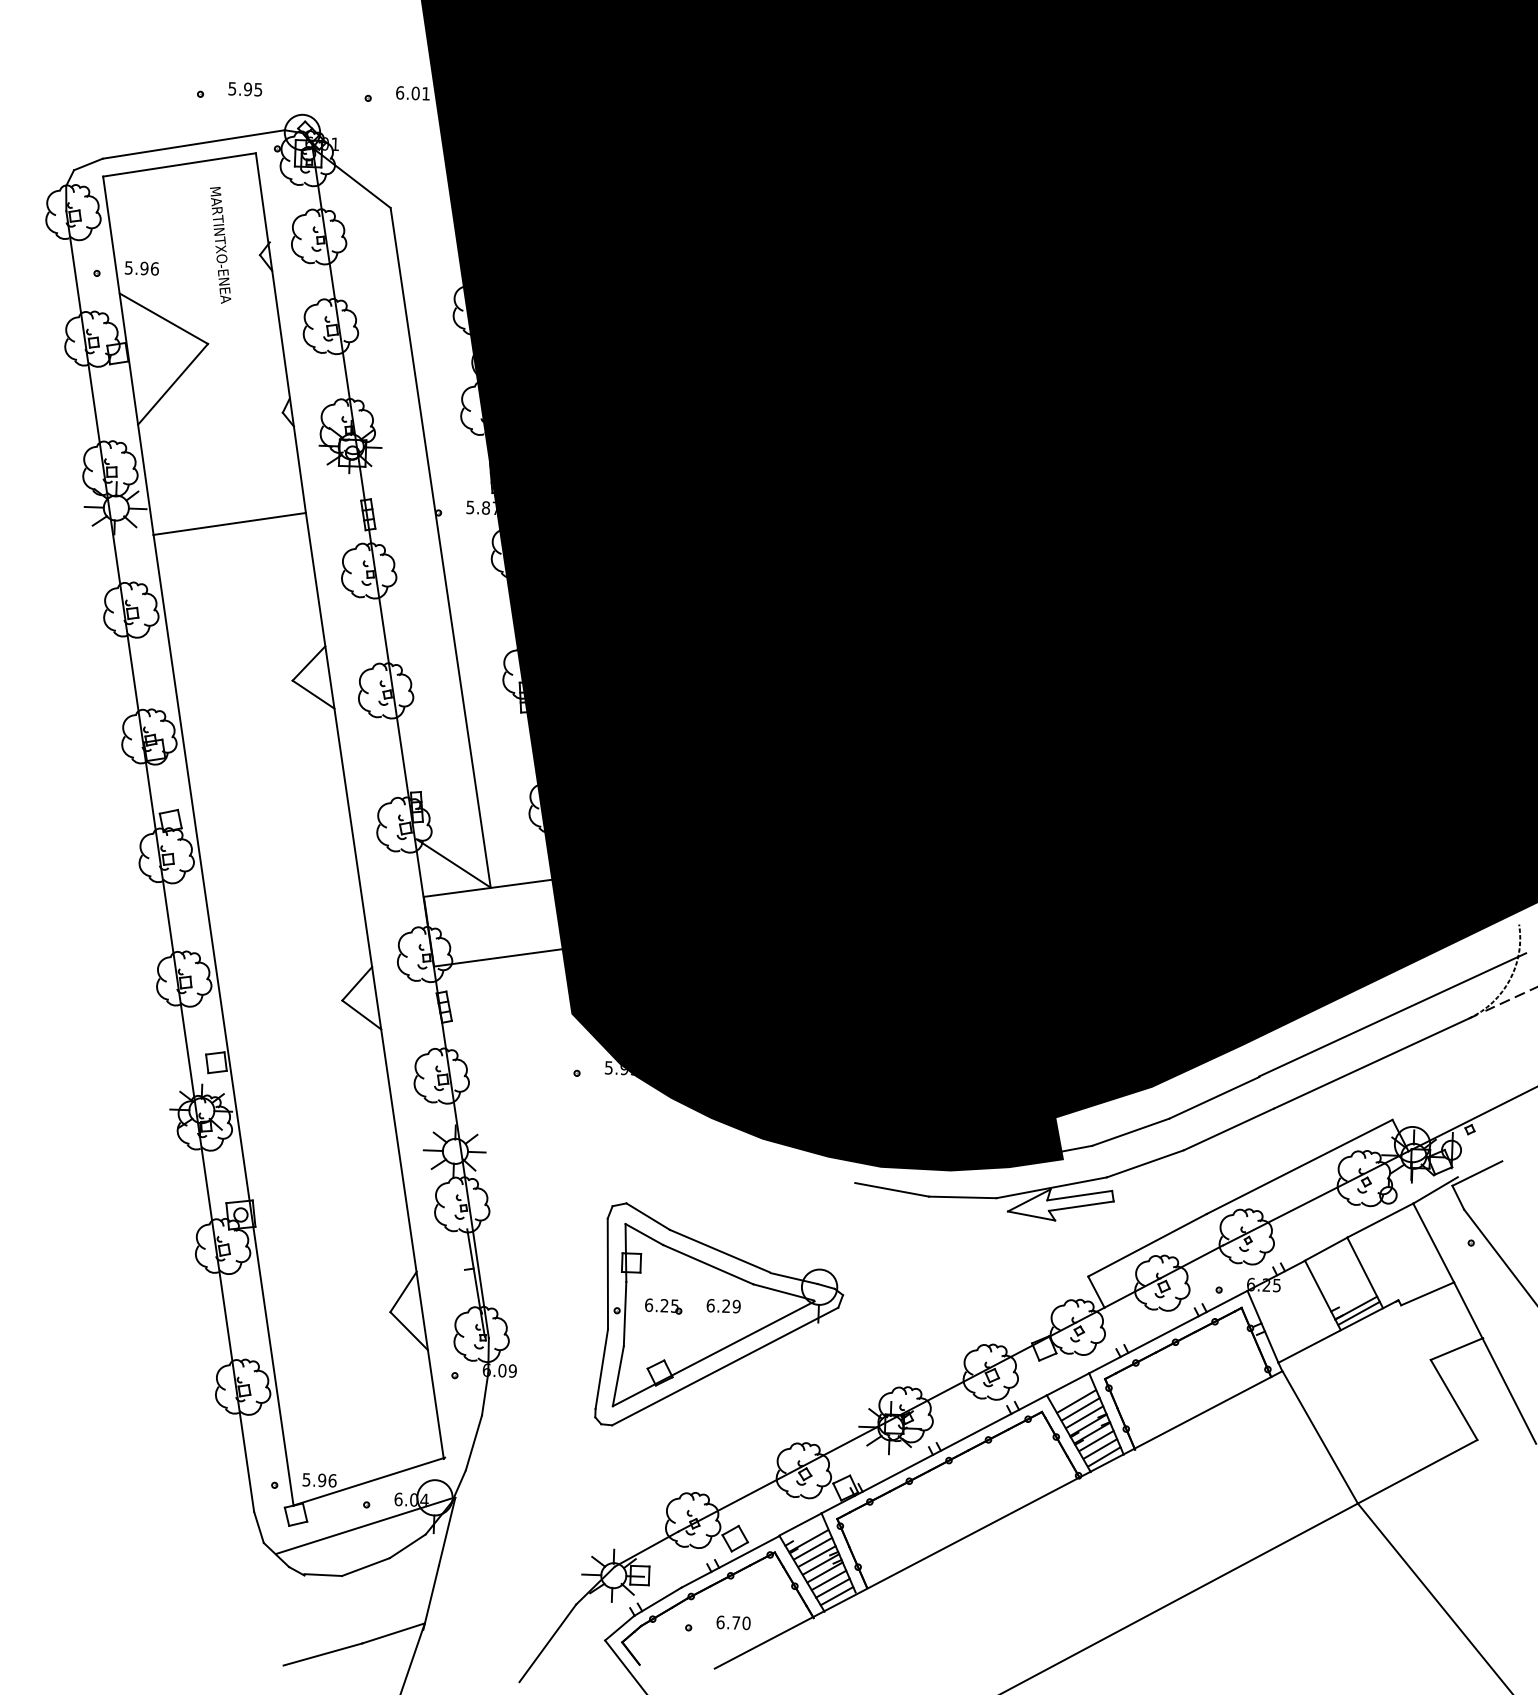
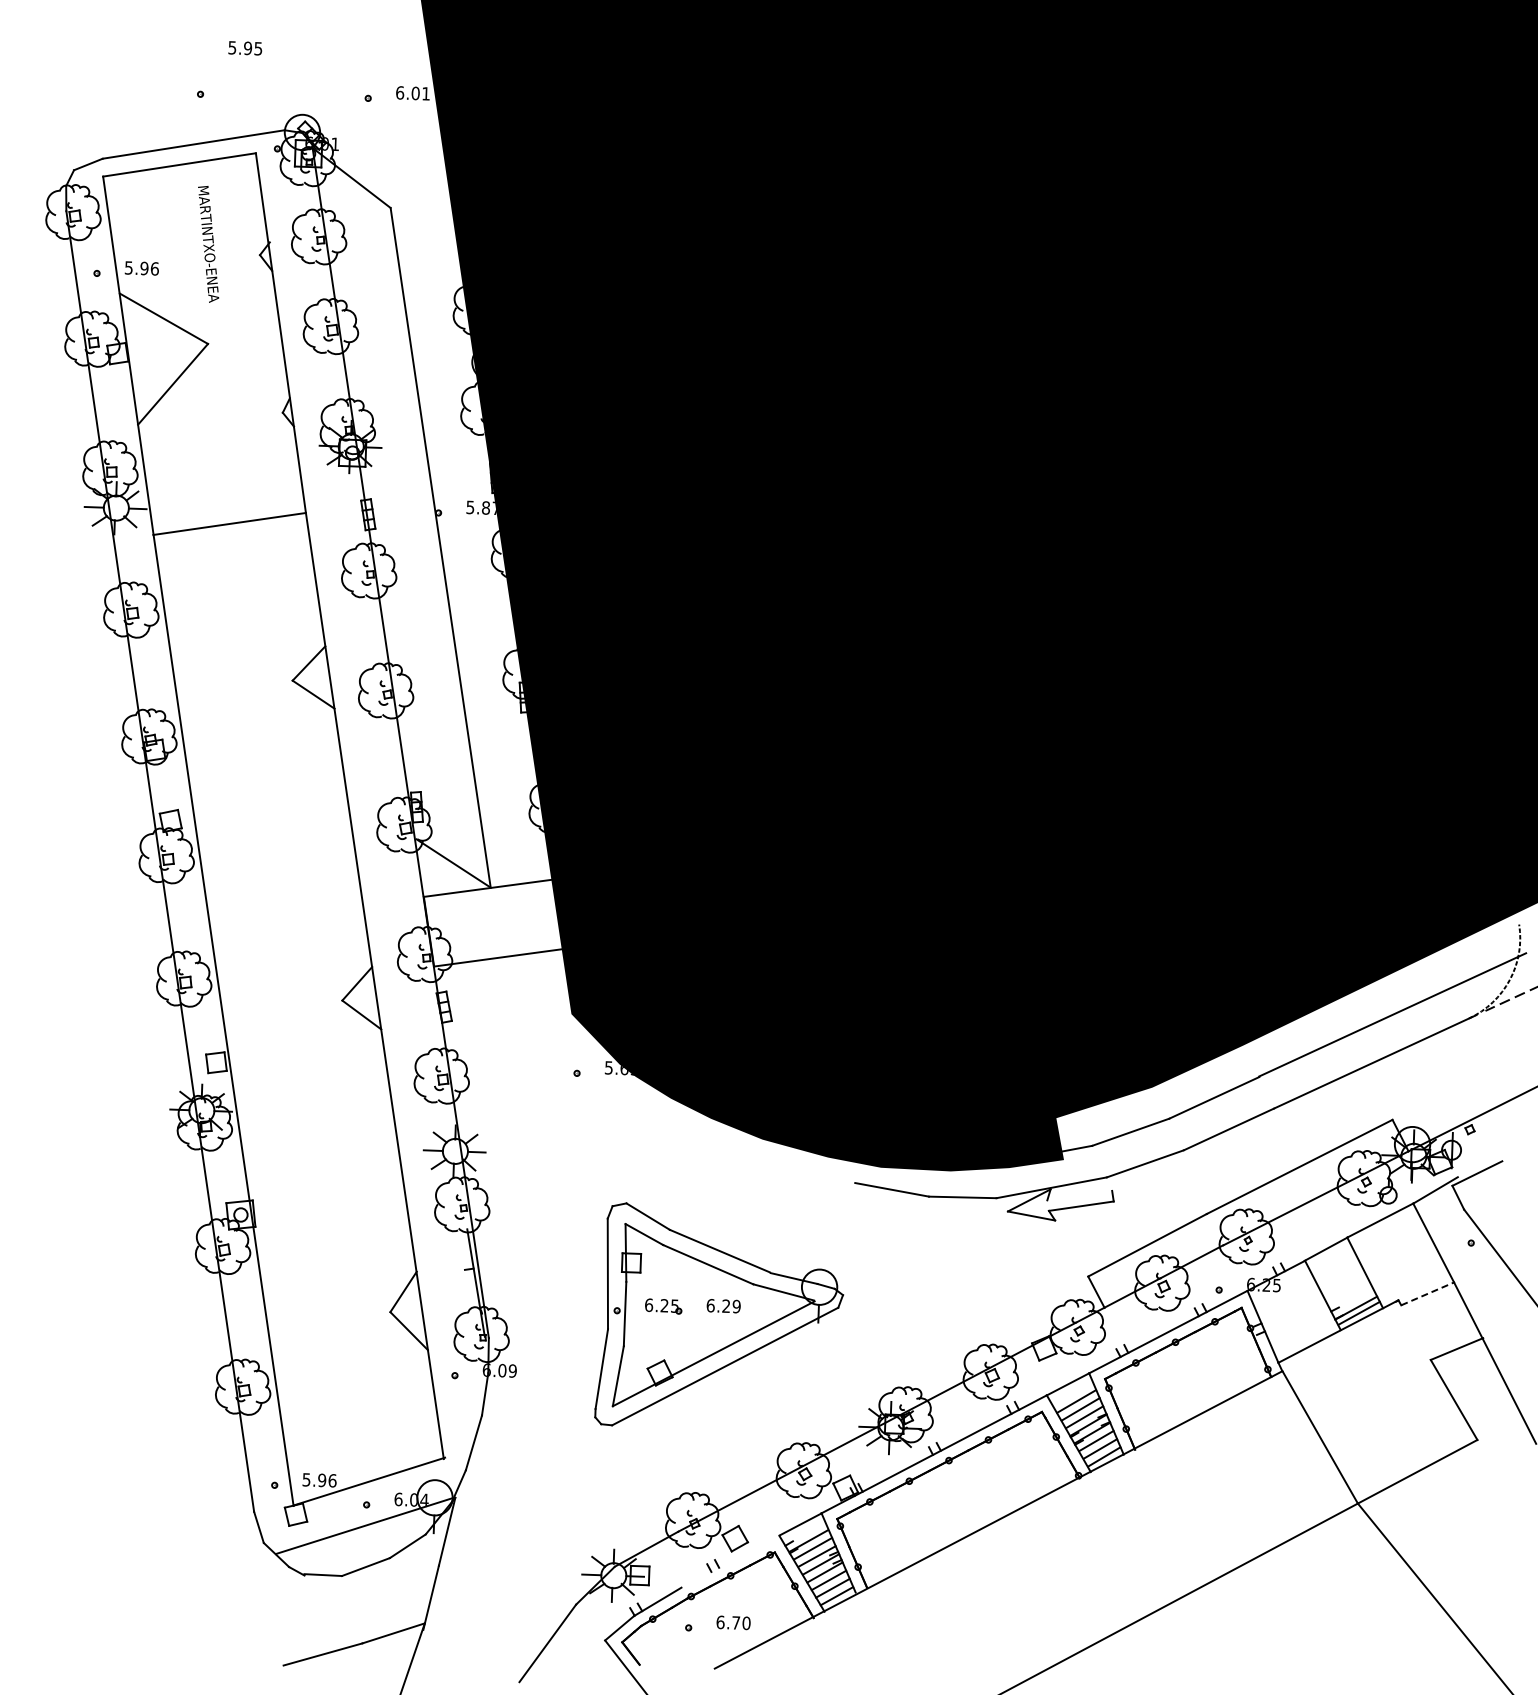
text at (245, 89) position: (245, 89) -> (245, 48)
text at (220, 245) position: (220, 245) -> (208, 244)
text at (624, 1070): 5.95 -> 5.65
line at (1079, 1195): present -> none
line at (1427, 1293): solid -> dashed
line at (730, 1561): present -> none
